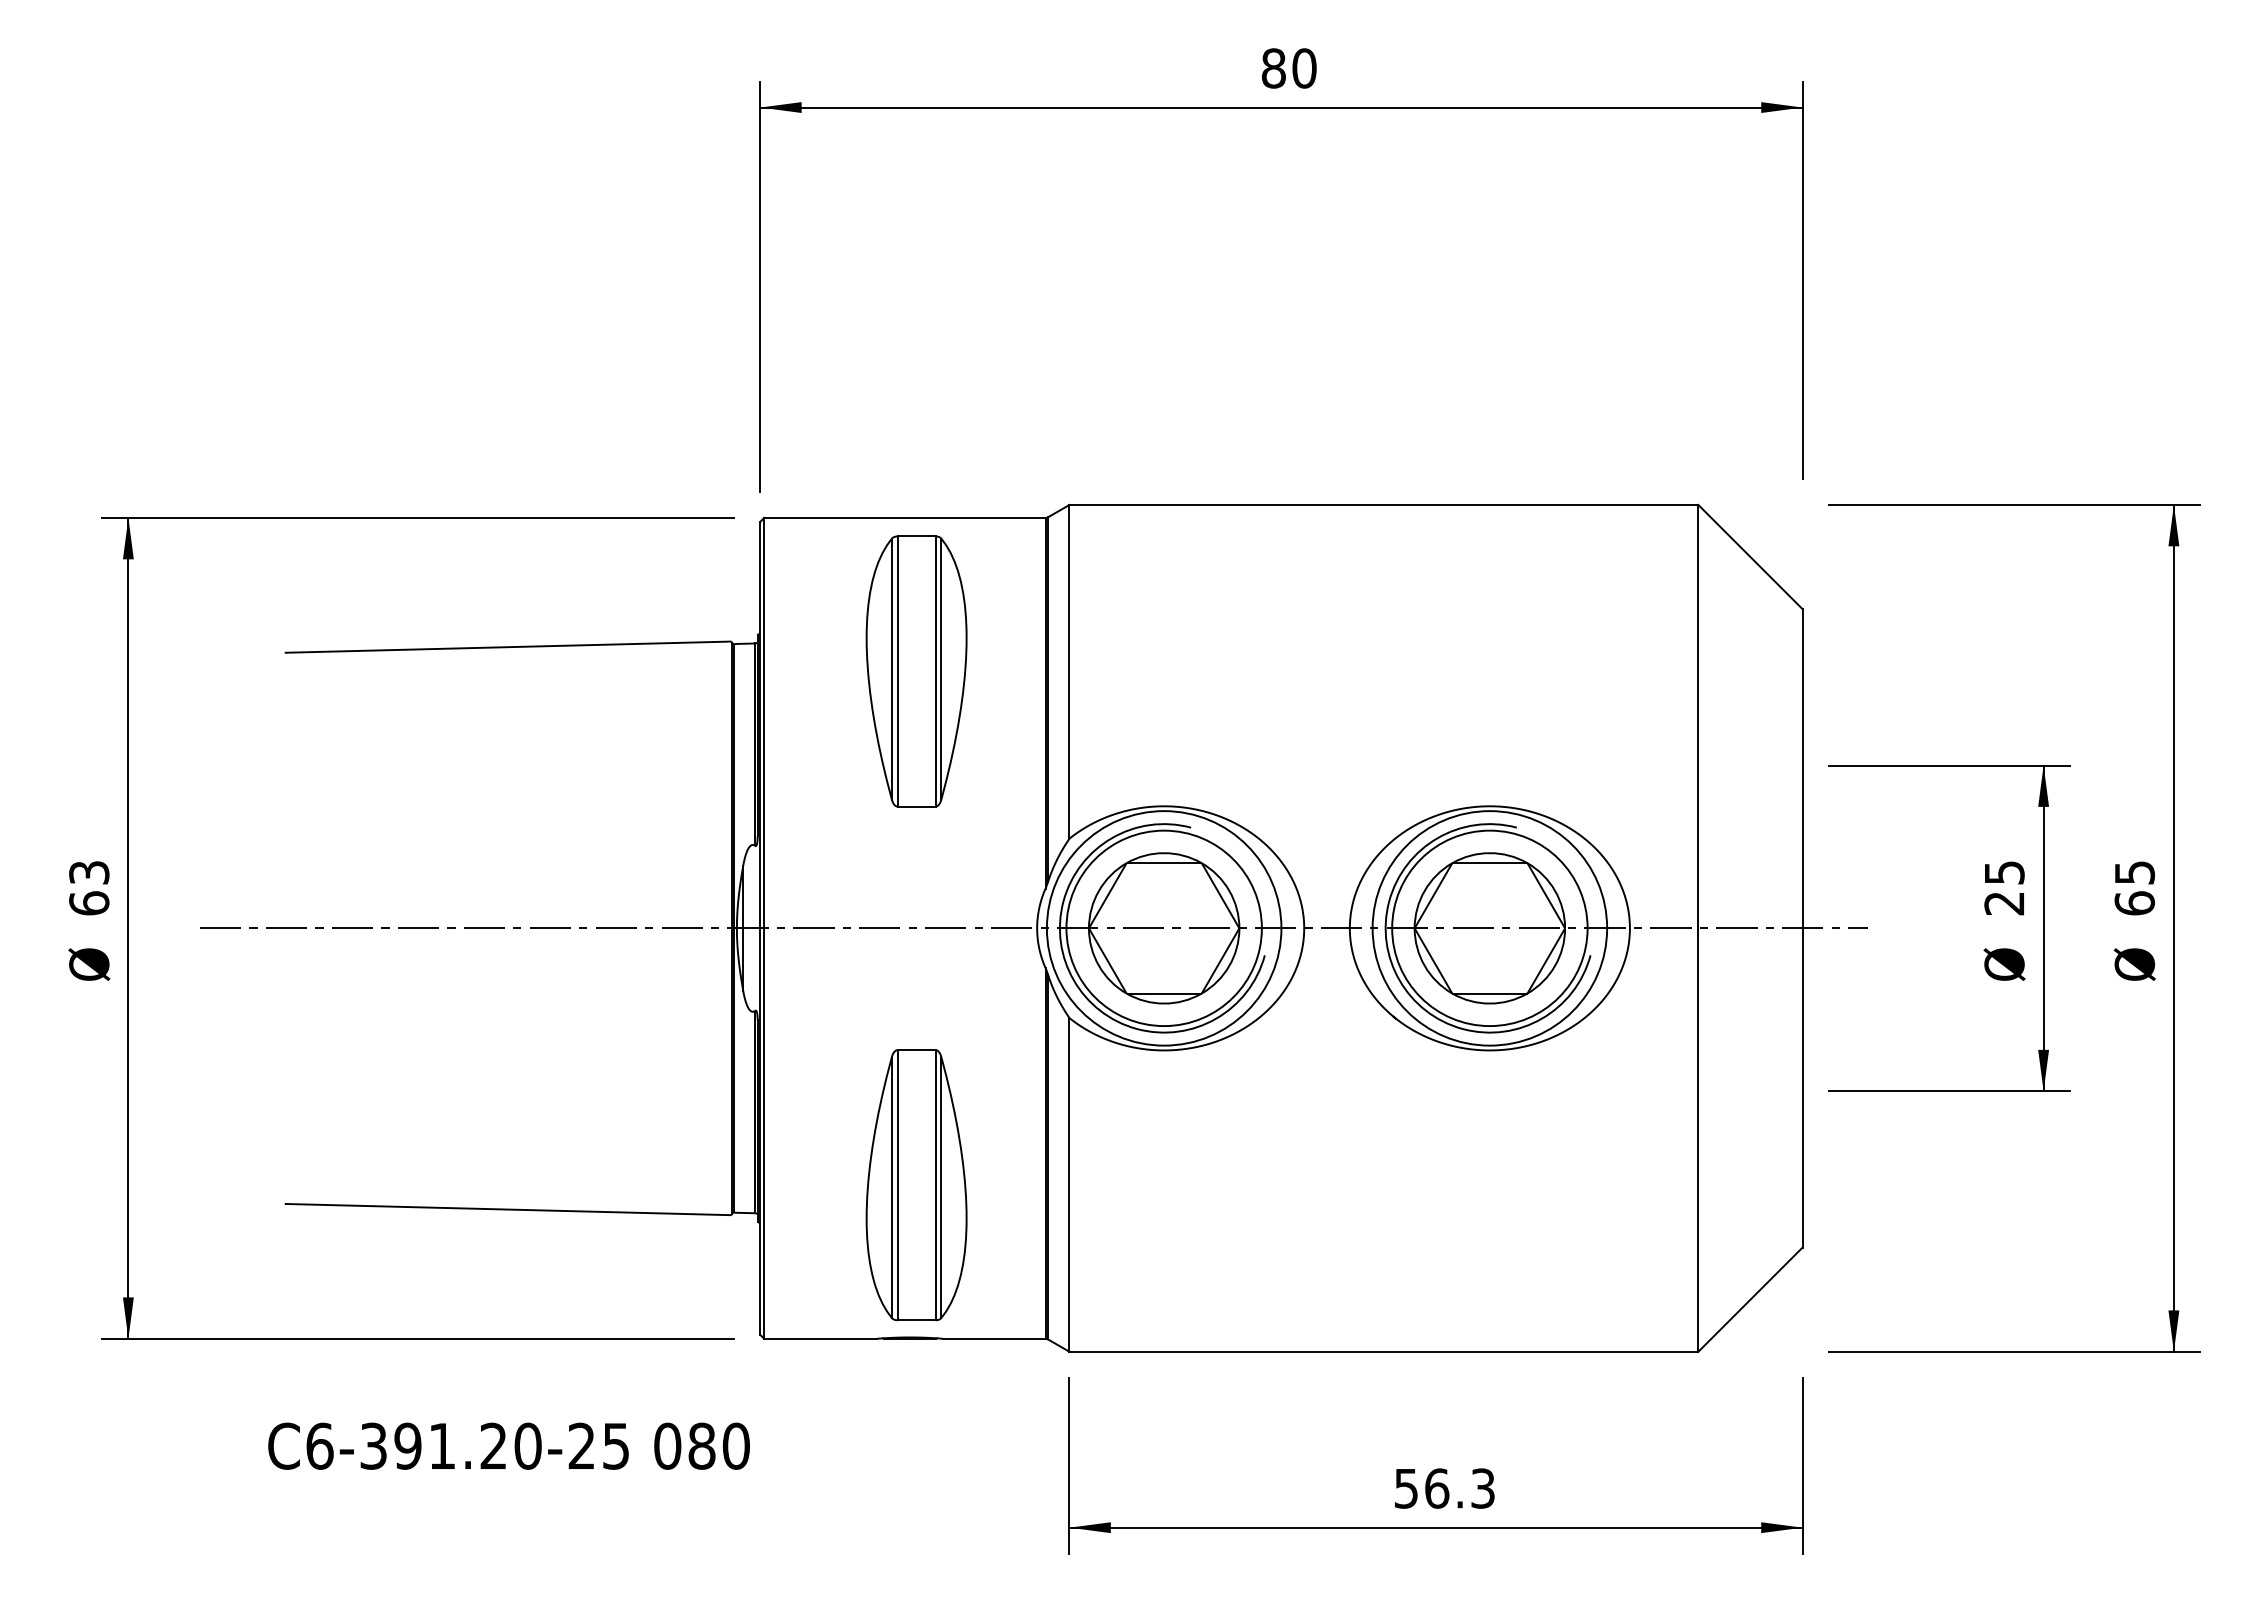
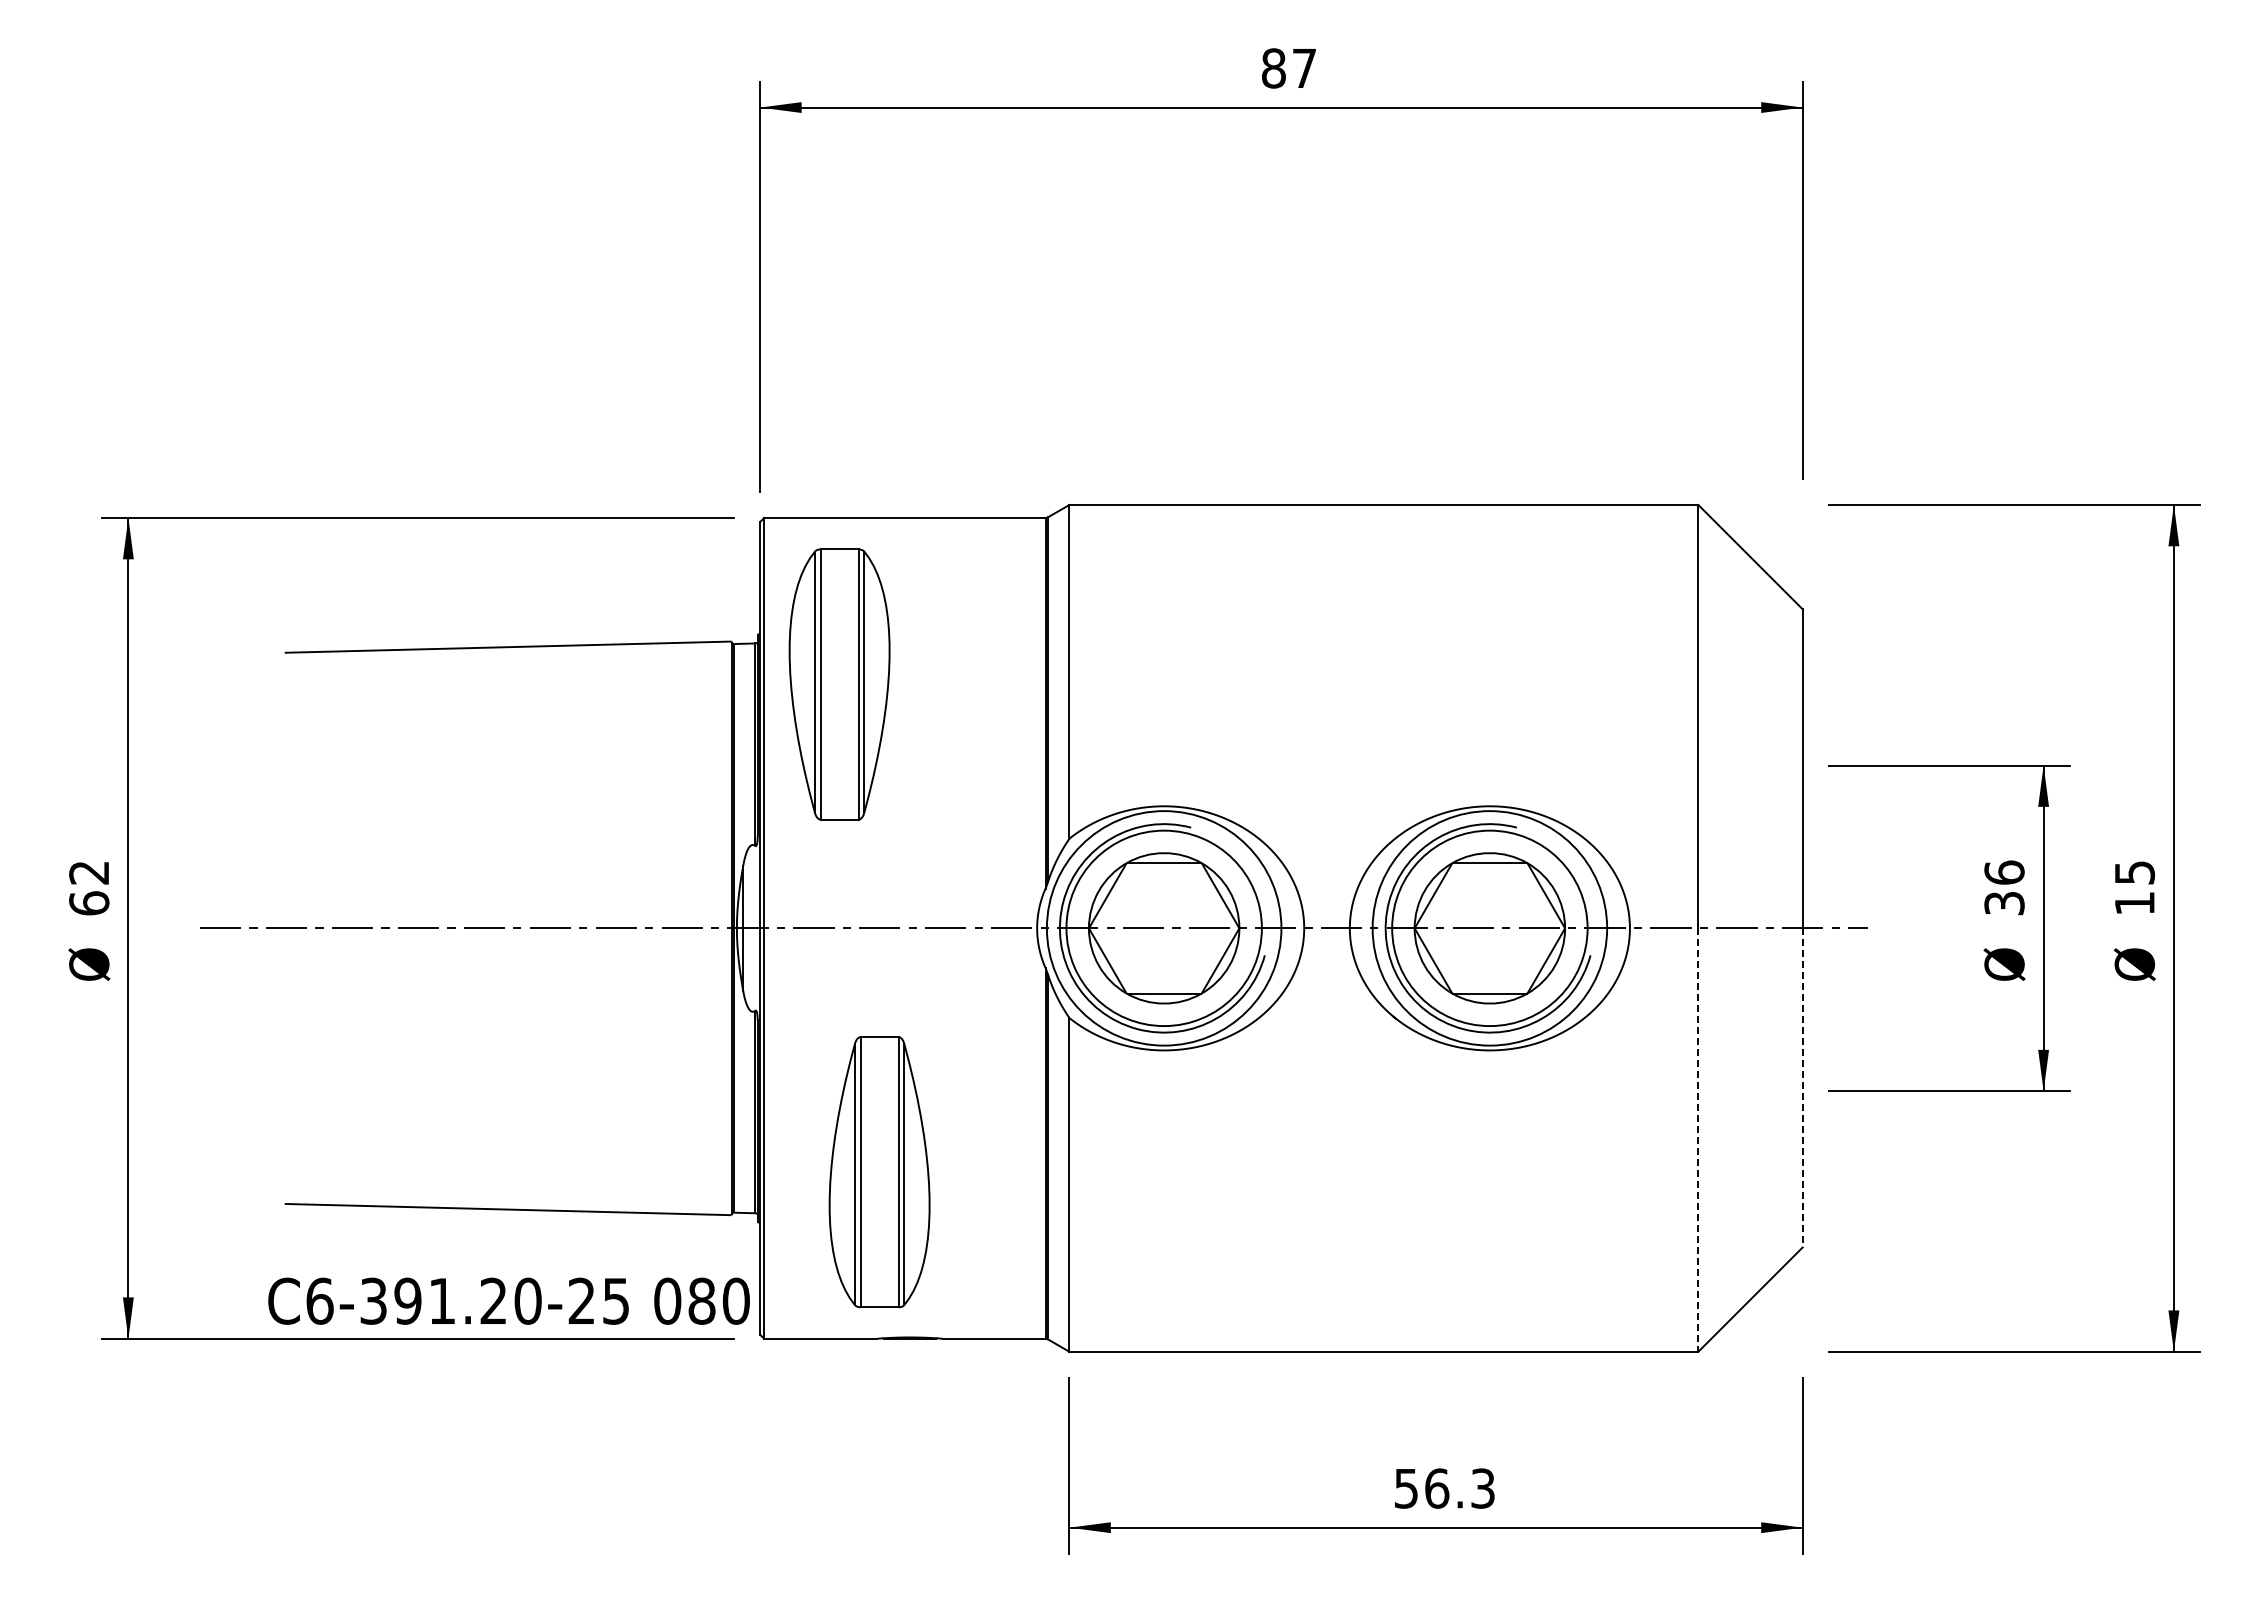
text at (1304, 68): 80 -> 87
part at (916, 671) position: (916, 671) -> (839, 684)
text at (89, 872): 63 -> 62
text at (2004, 887): 25 -> 36
text at (2134, 903): 65 -> 15
line at (1802, 1087): solid -> dashed
line at (1698, 1140): solid -> dashed
part at (916, 1185) position: (916, 1185) -> (879, 1172)
text at (508, 1445) position: (508, 1445) -> (508, 1300)
